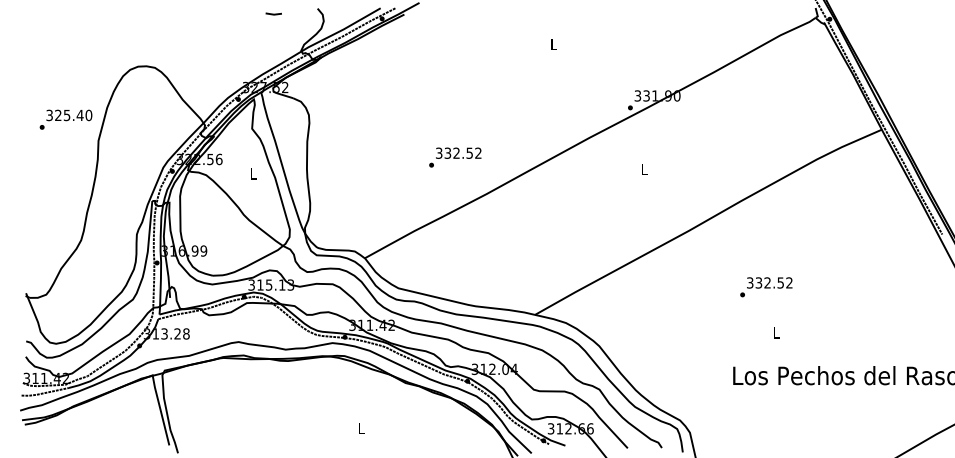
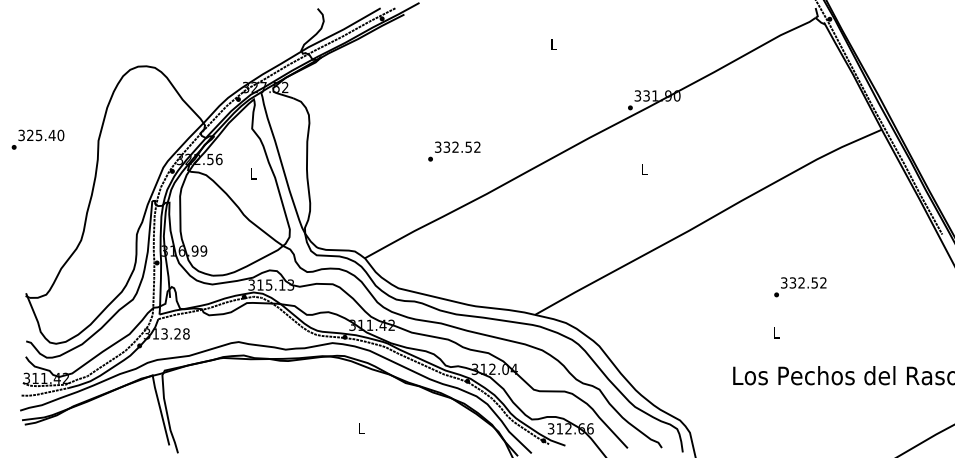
line at (273, 13): present -> none
text at (65, 119) position: (65, 119) -> (37, 139)
text at (455, 157) position: (455, 157) -> (454, 151)
text at (766, 287) position: (766, 287) -> (800, 287)
